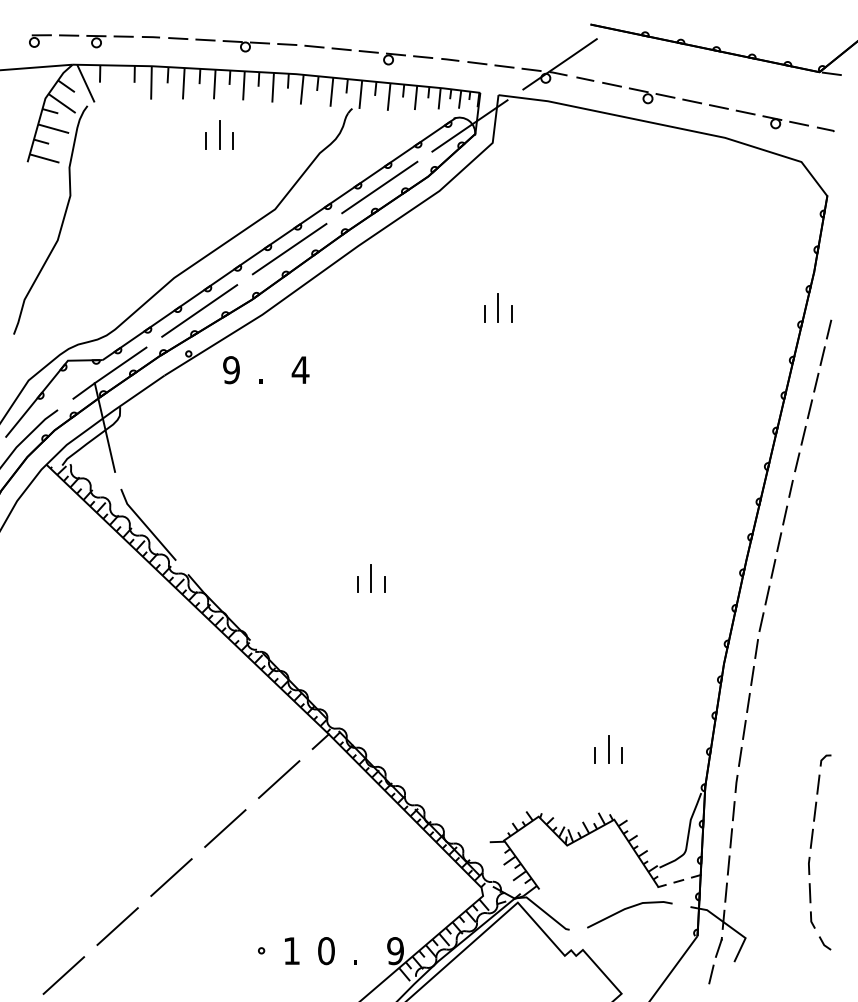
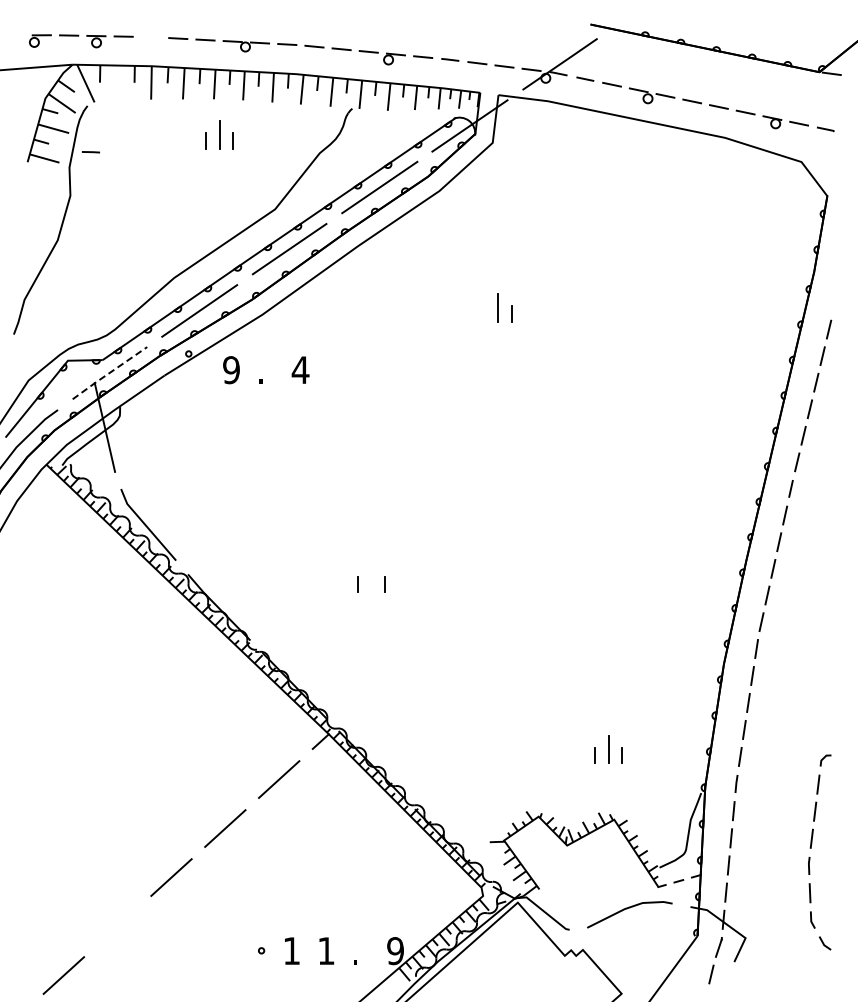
line at (150, 37) position: (150, 37) -> (90, 152)
line at (484, 313): present -> none
line at (109, 373): solid -> dashed
line at (371, 577): present -> none
line at (117, 926): present -> none
text at (326, 951): 0 -> 1
